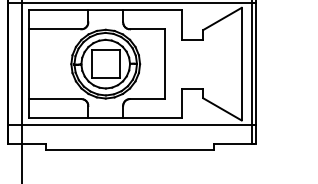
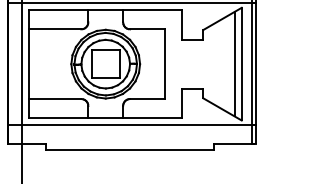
line at (234, 63): none -> present
